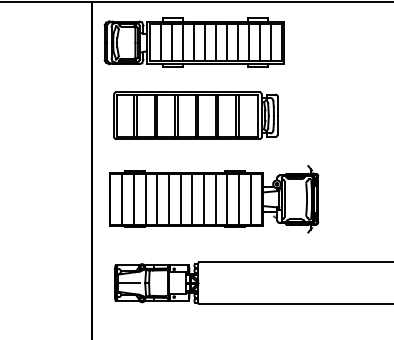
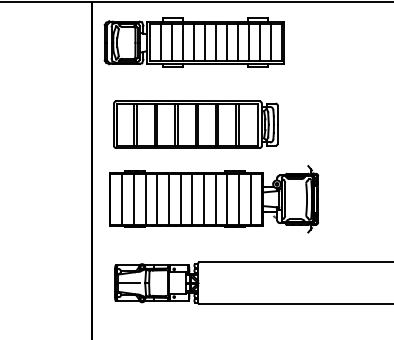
part at (195, 115) position: (195, 115) -> (195, 124)
